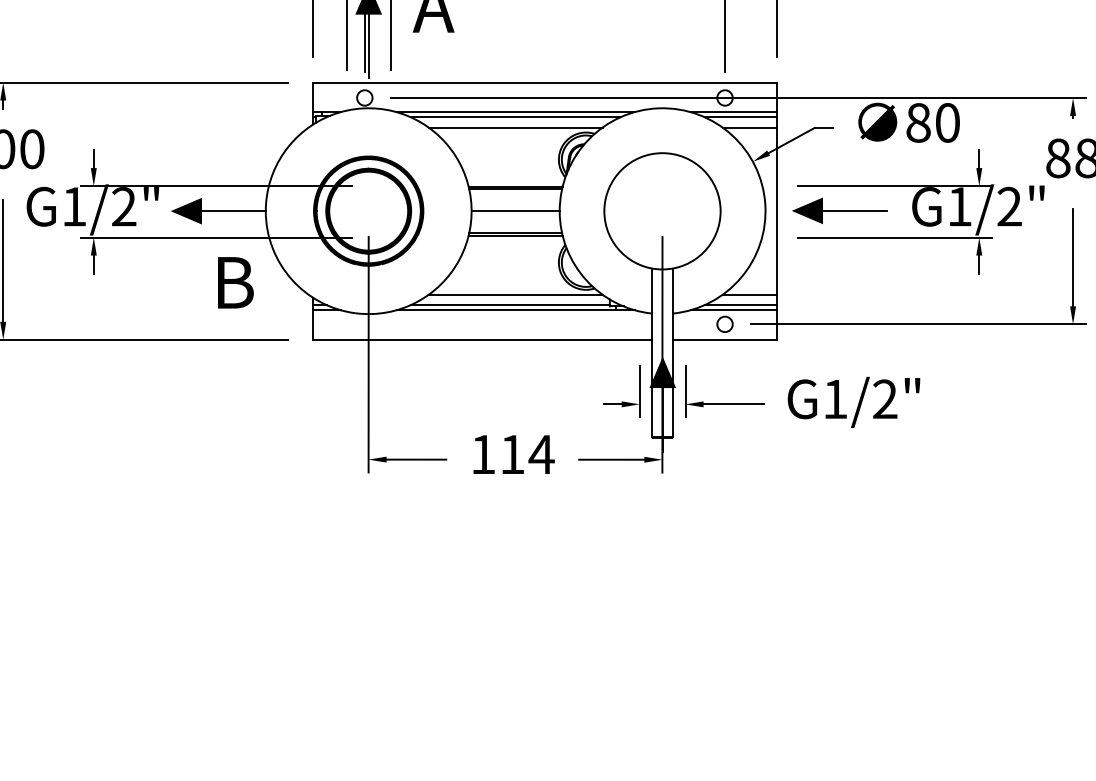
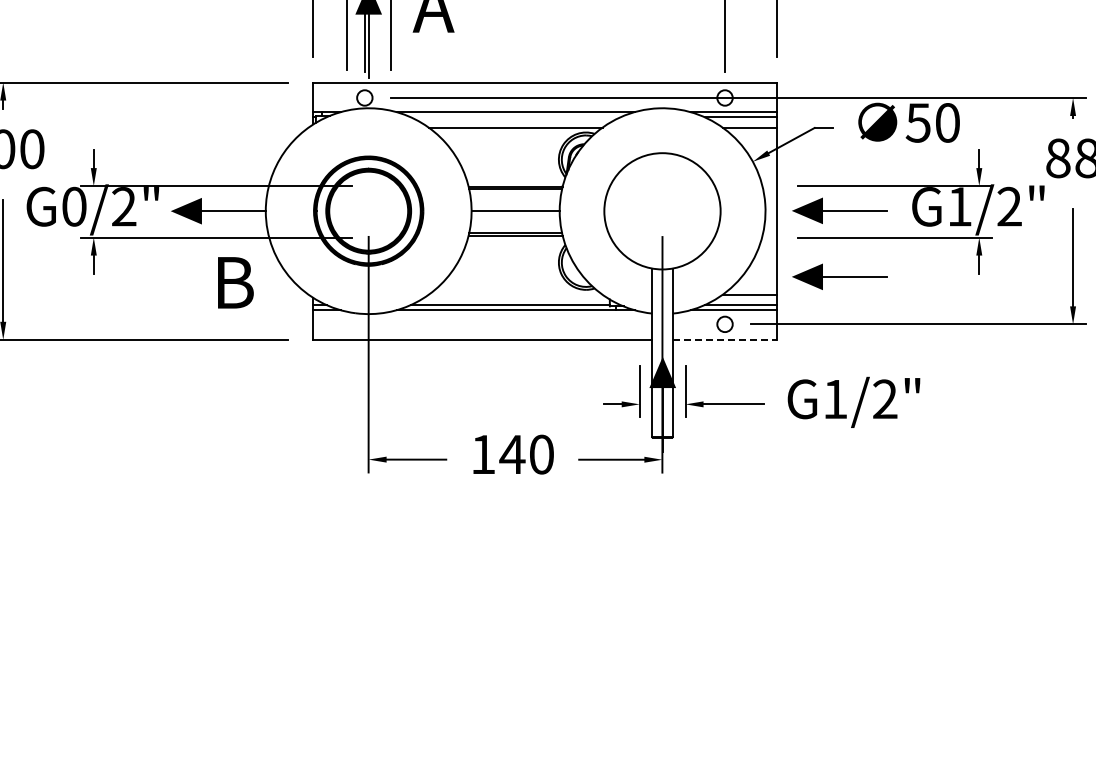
line at (515, 117): present -> none
text at (917, 122): 80 -> 50
text at (74, 206): G1/2" -> G0/2"
part at (839, 276): none -> present
line at (515, 294): present -> none
line at (724, 339): solid -> dashed
text at (526, 454): 114 -> 140
